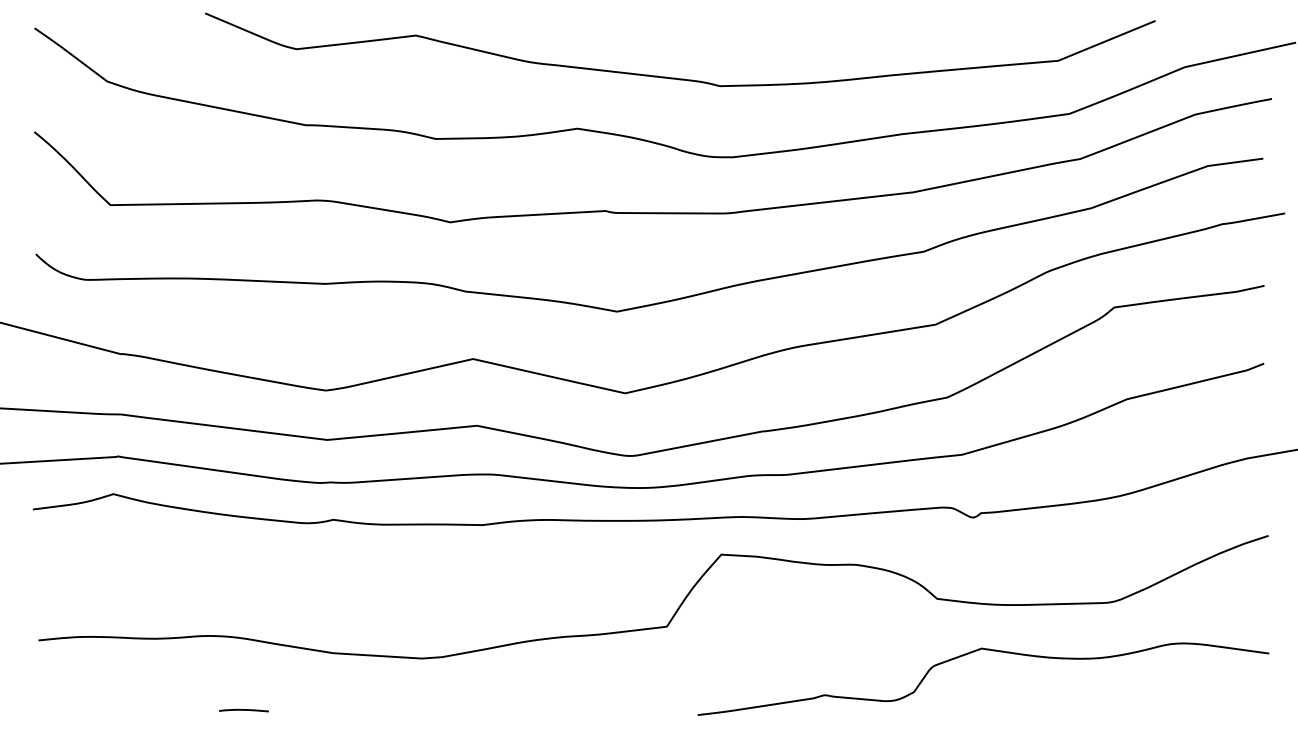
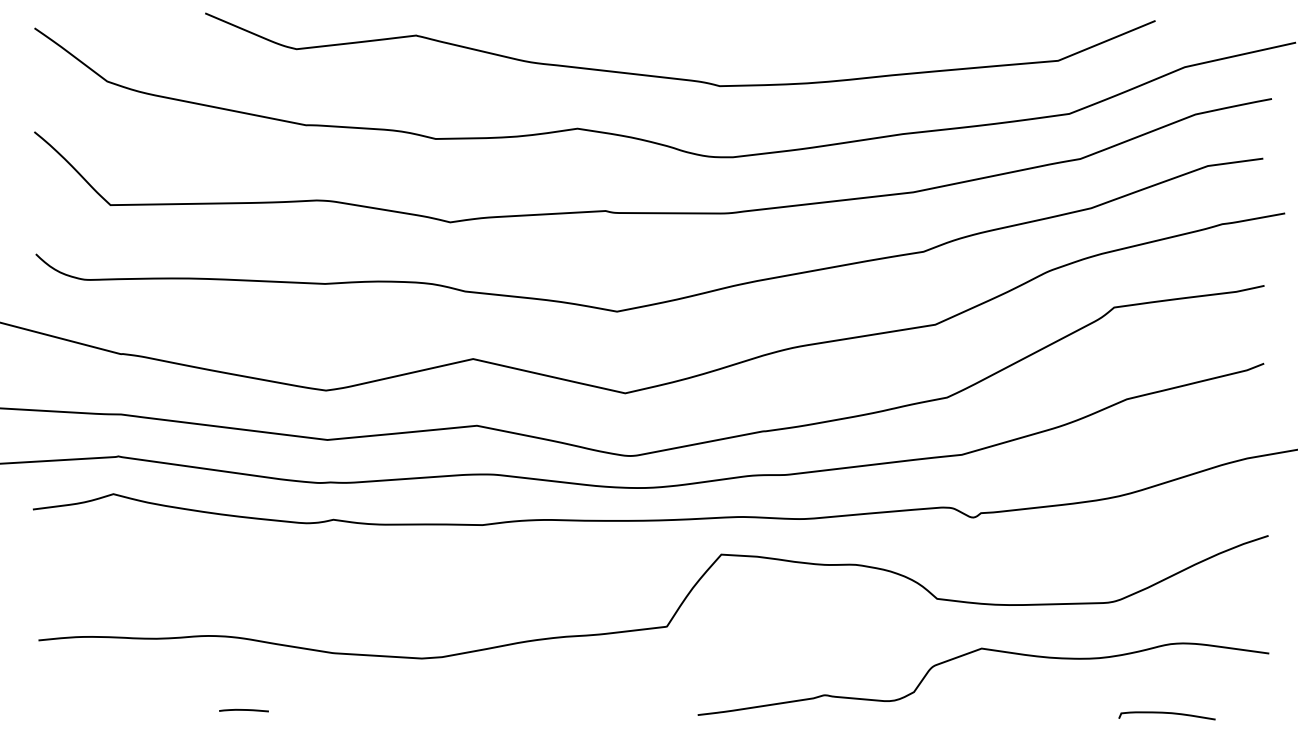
curve at (1166, 713): none -> present
